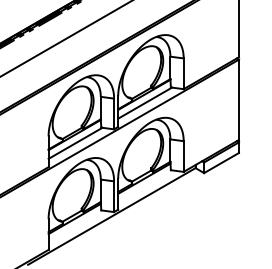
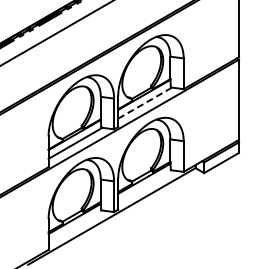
line at (65, 38) position: (65, 38) -> (56, 33)
line at (145, 102): solid -> dashed
